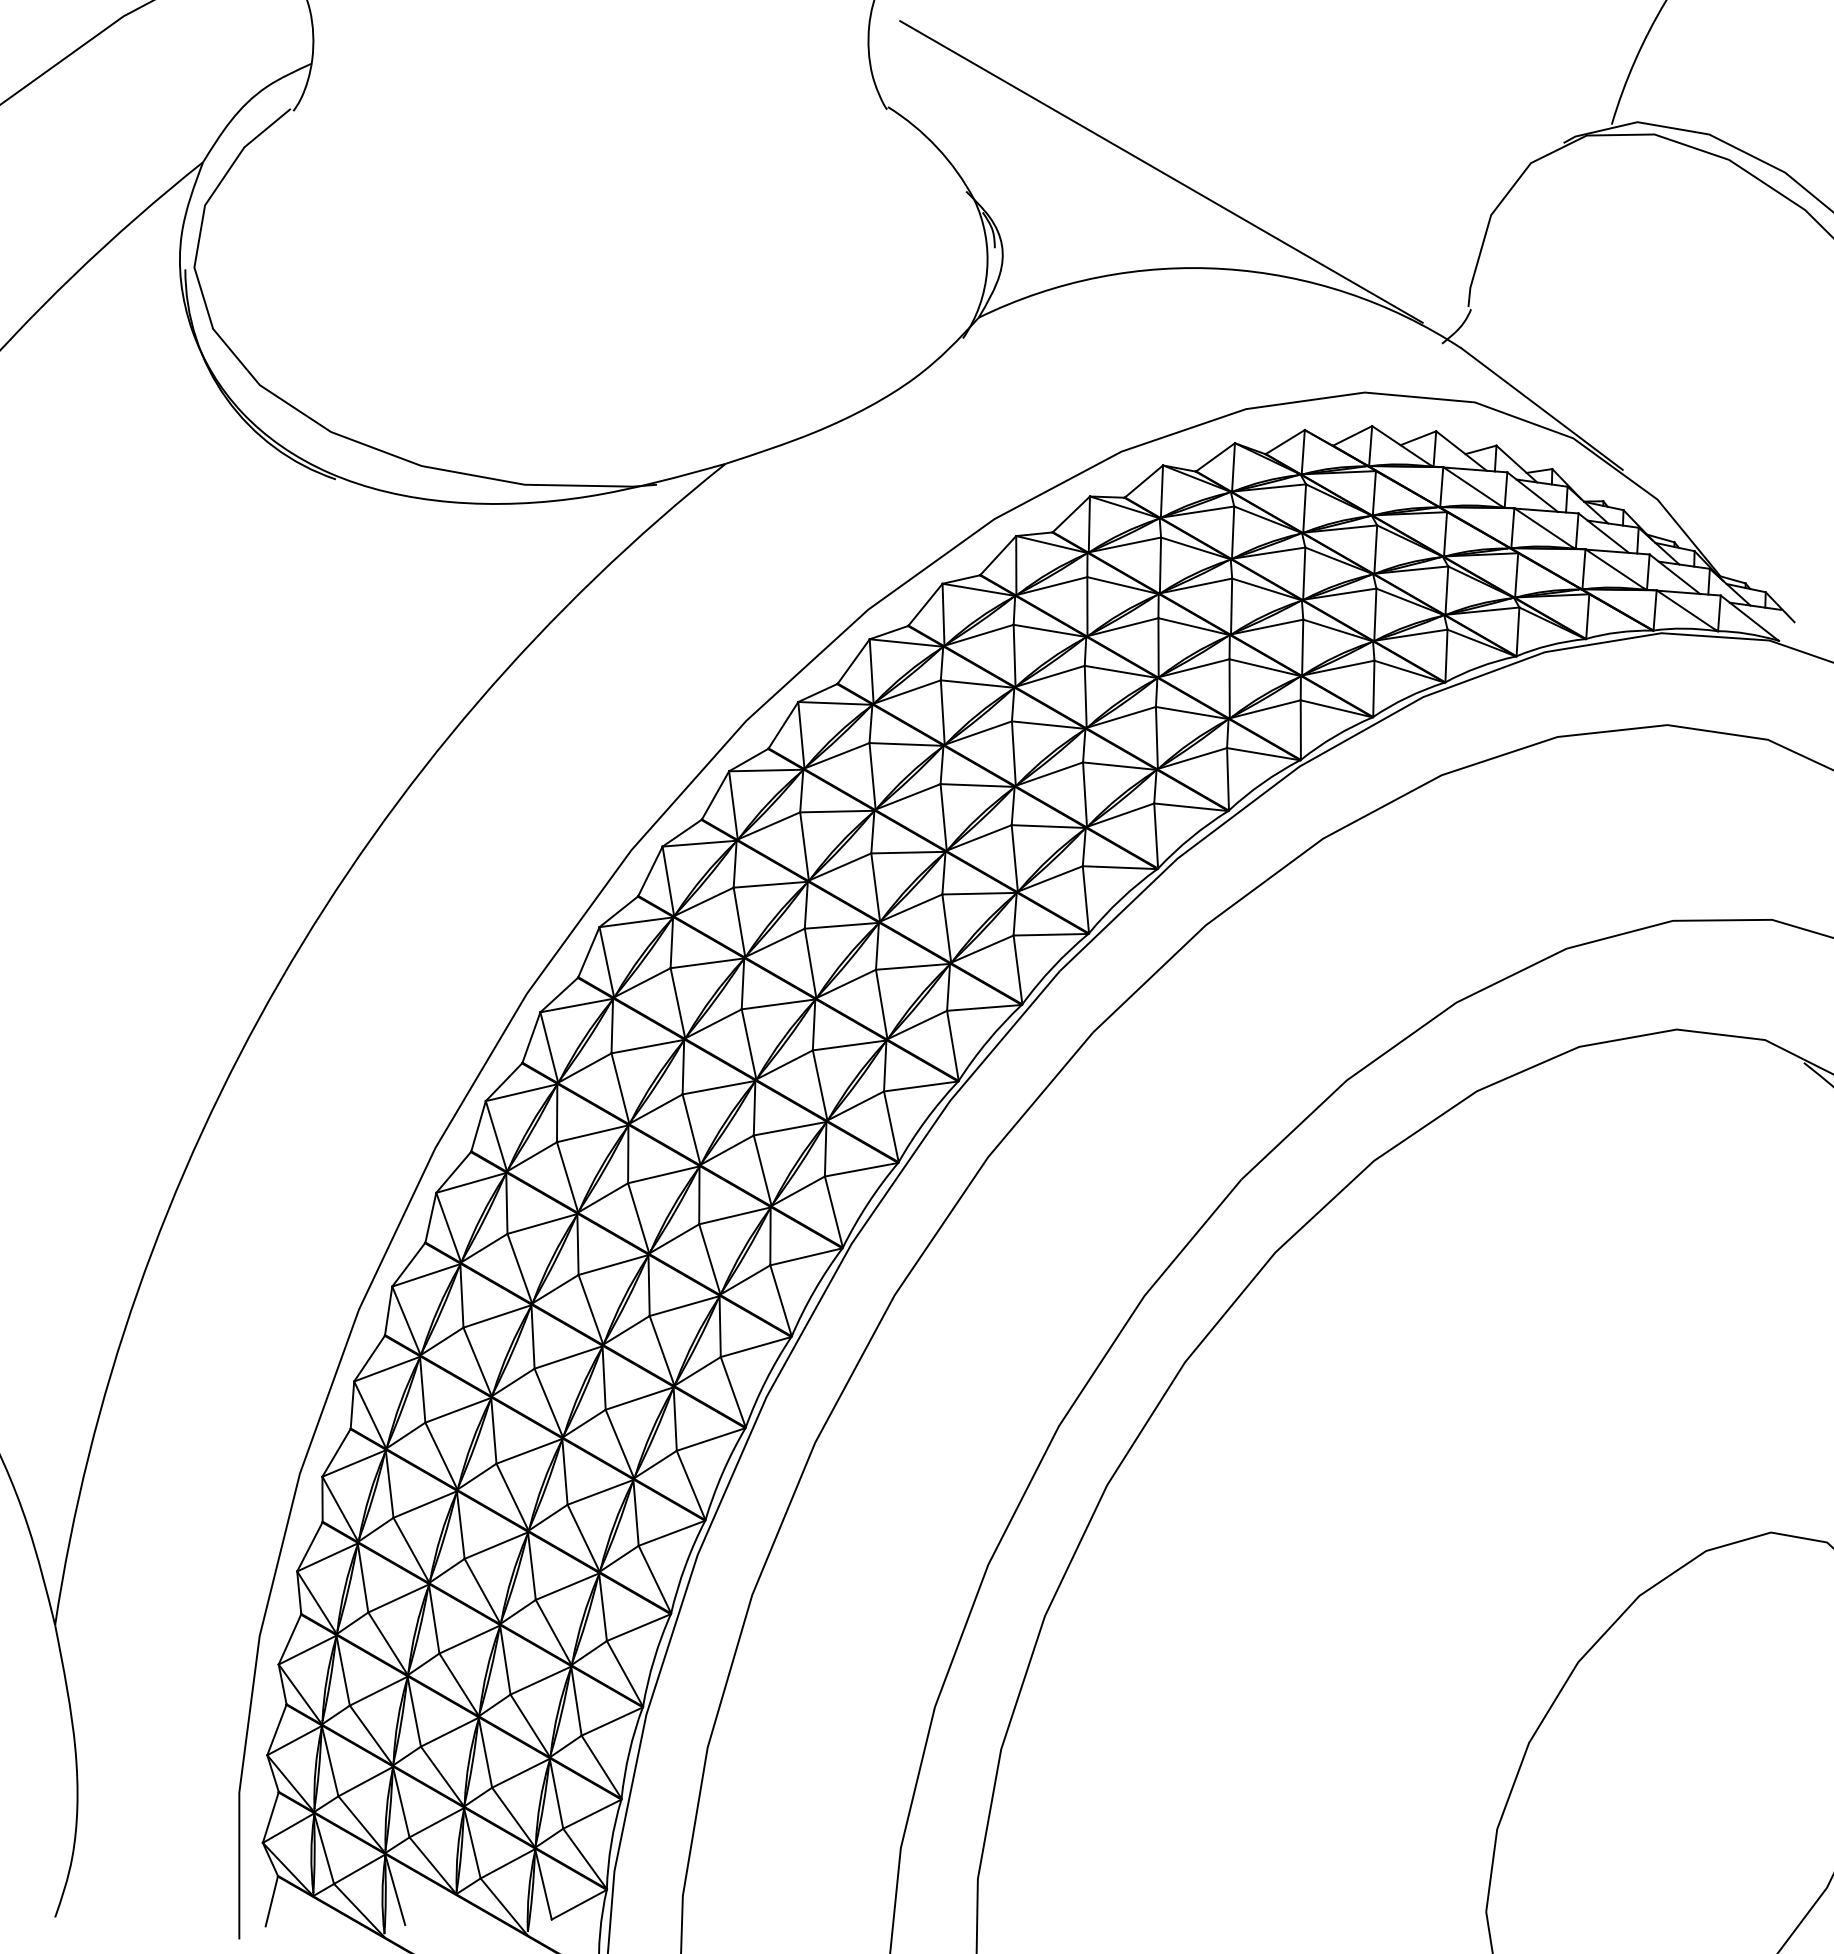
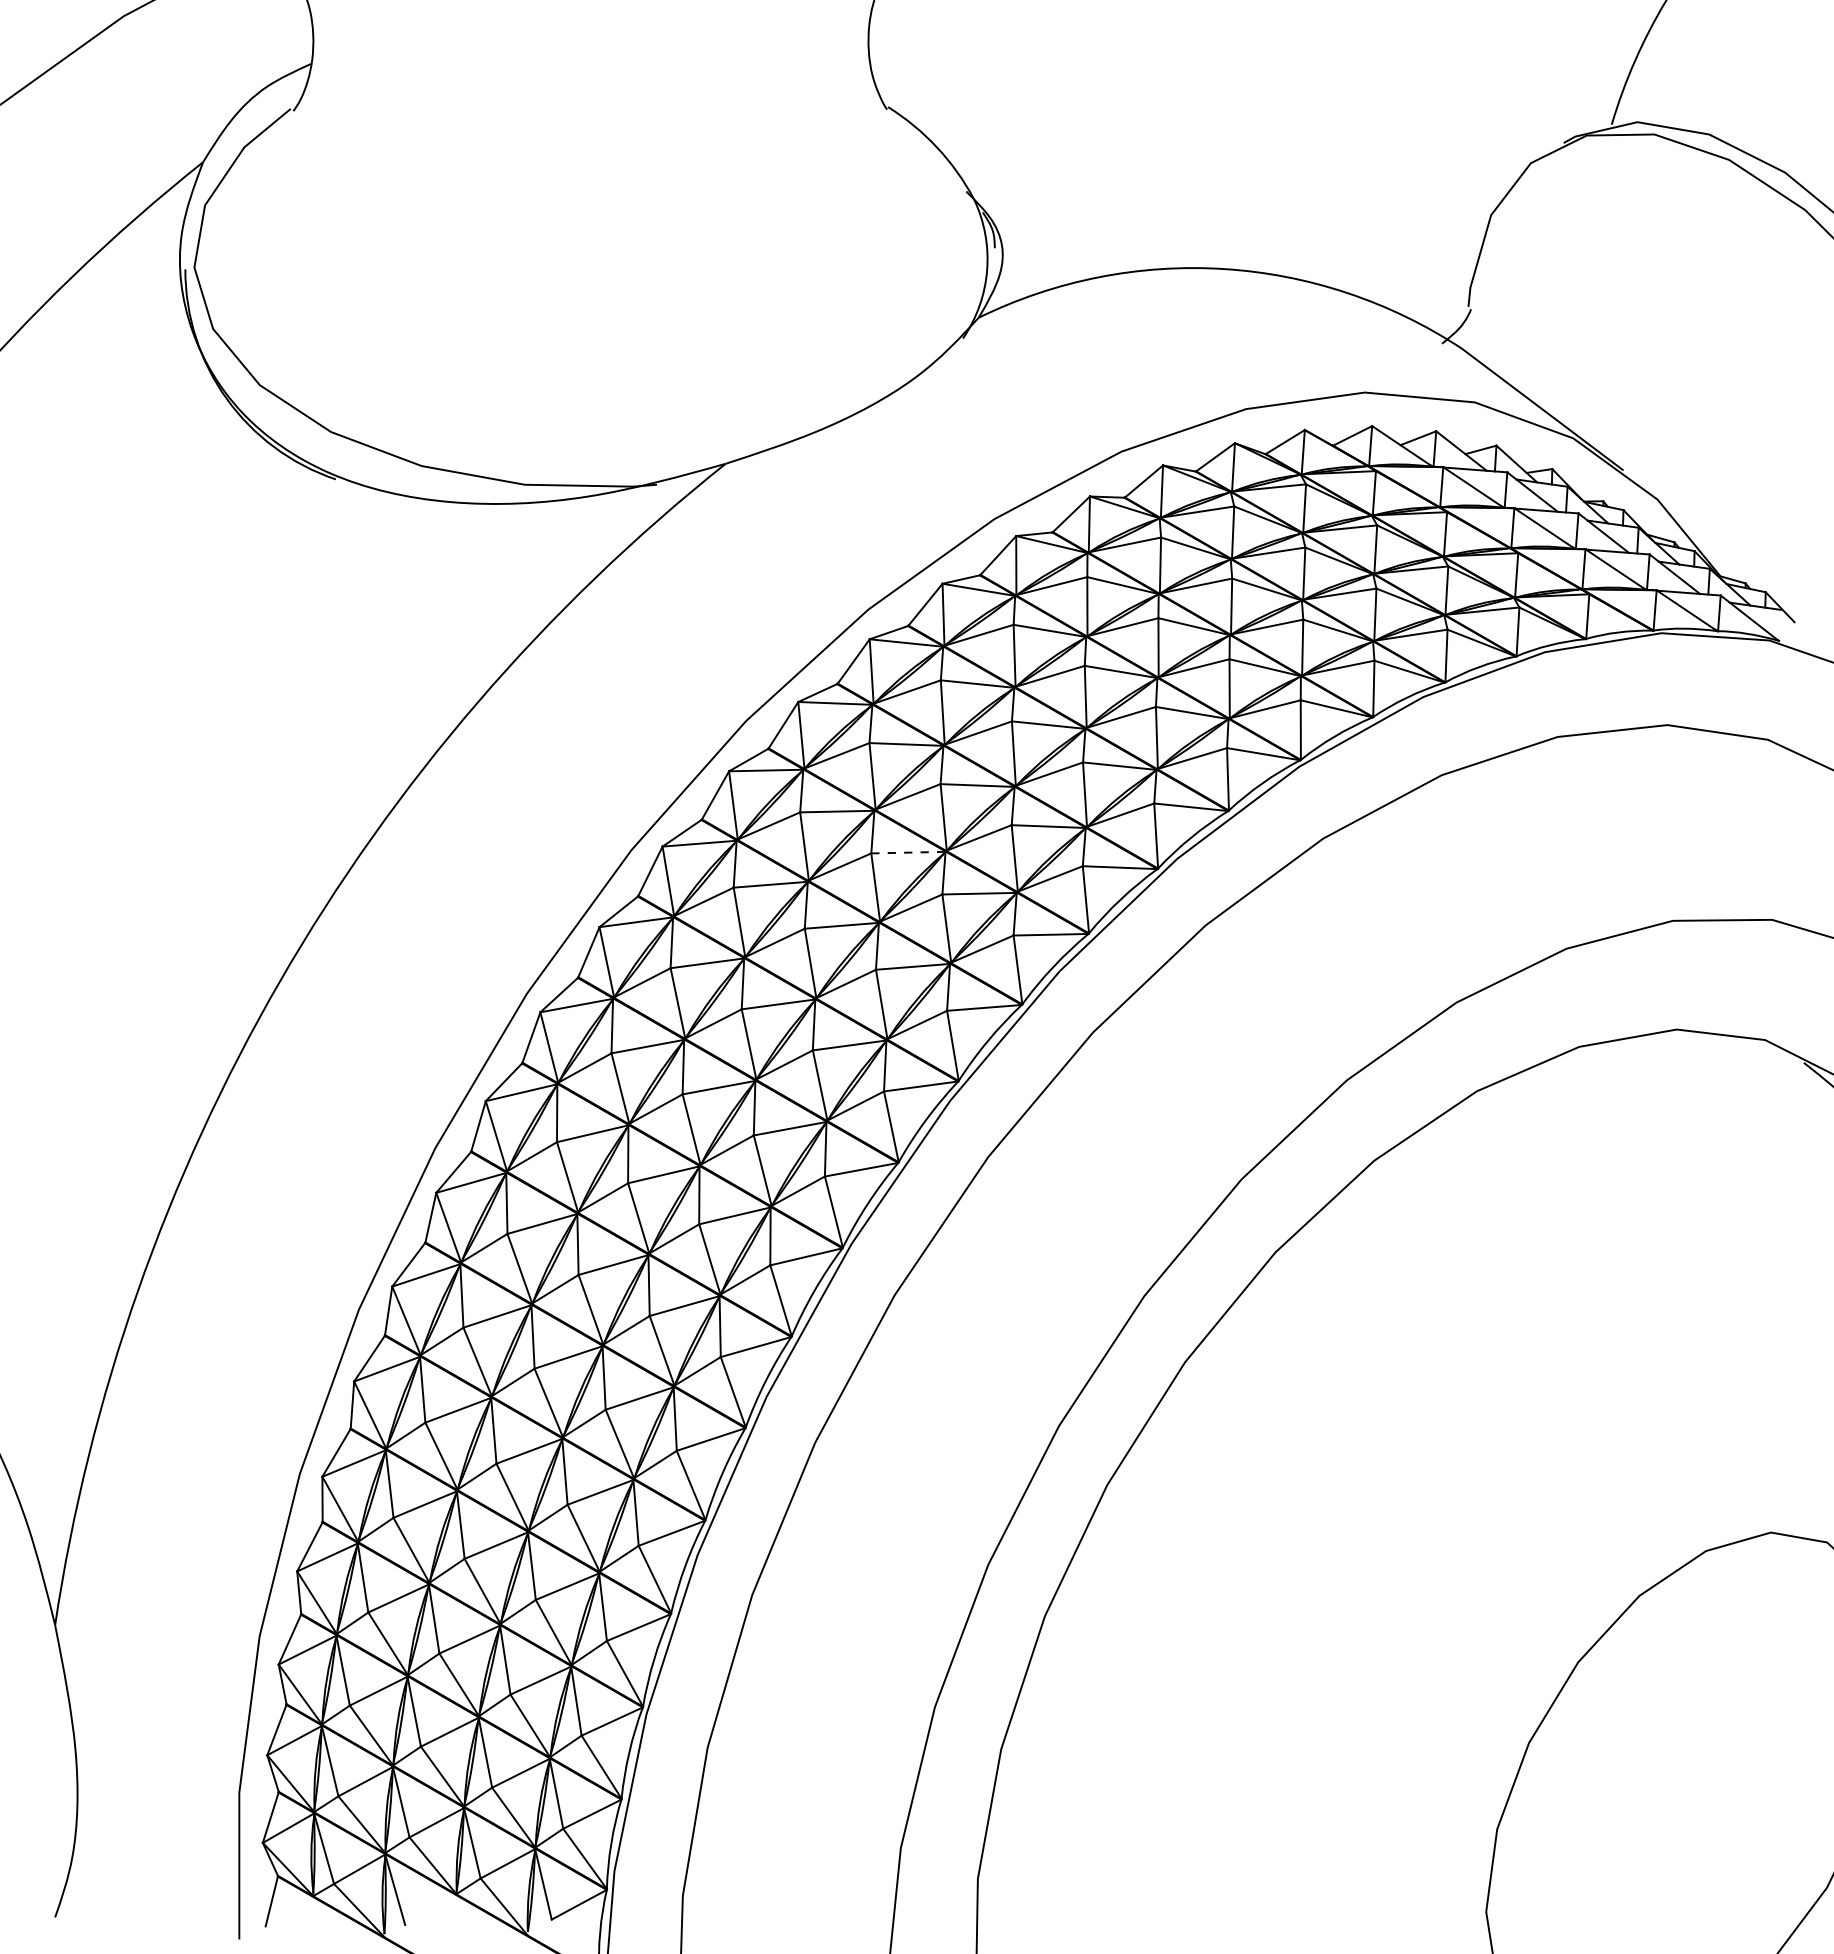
line at (1161, 171): present -> none
line at (908, 852): solid -> dashed
